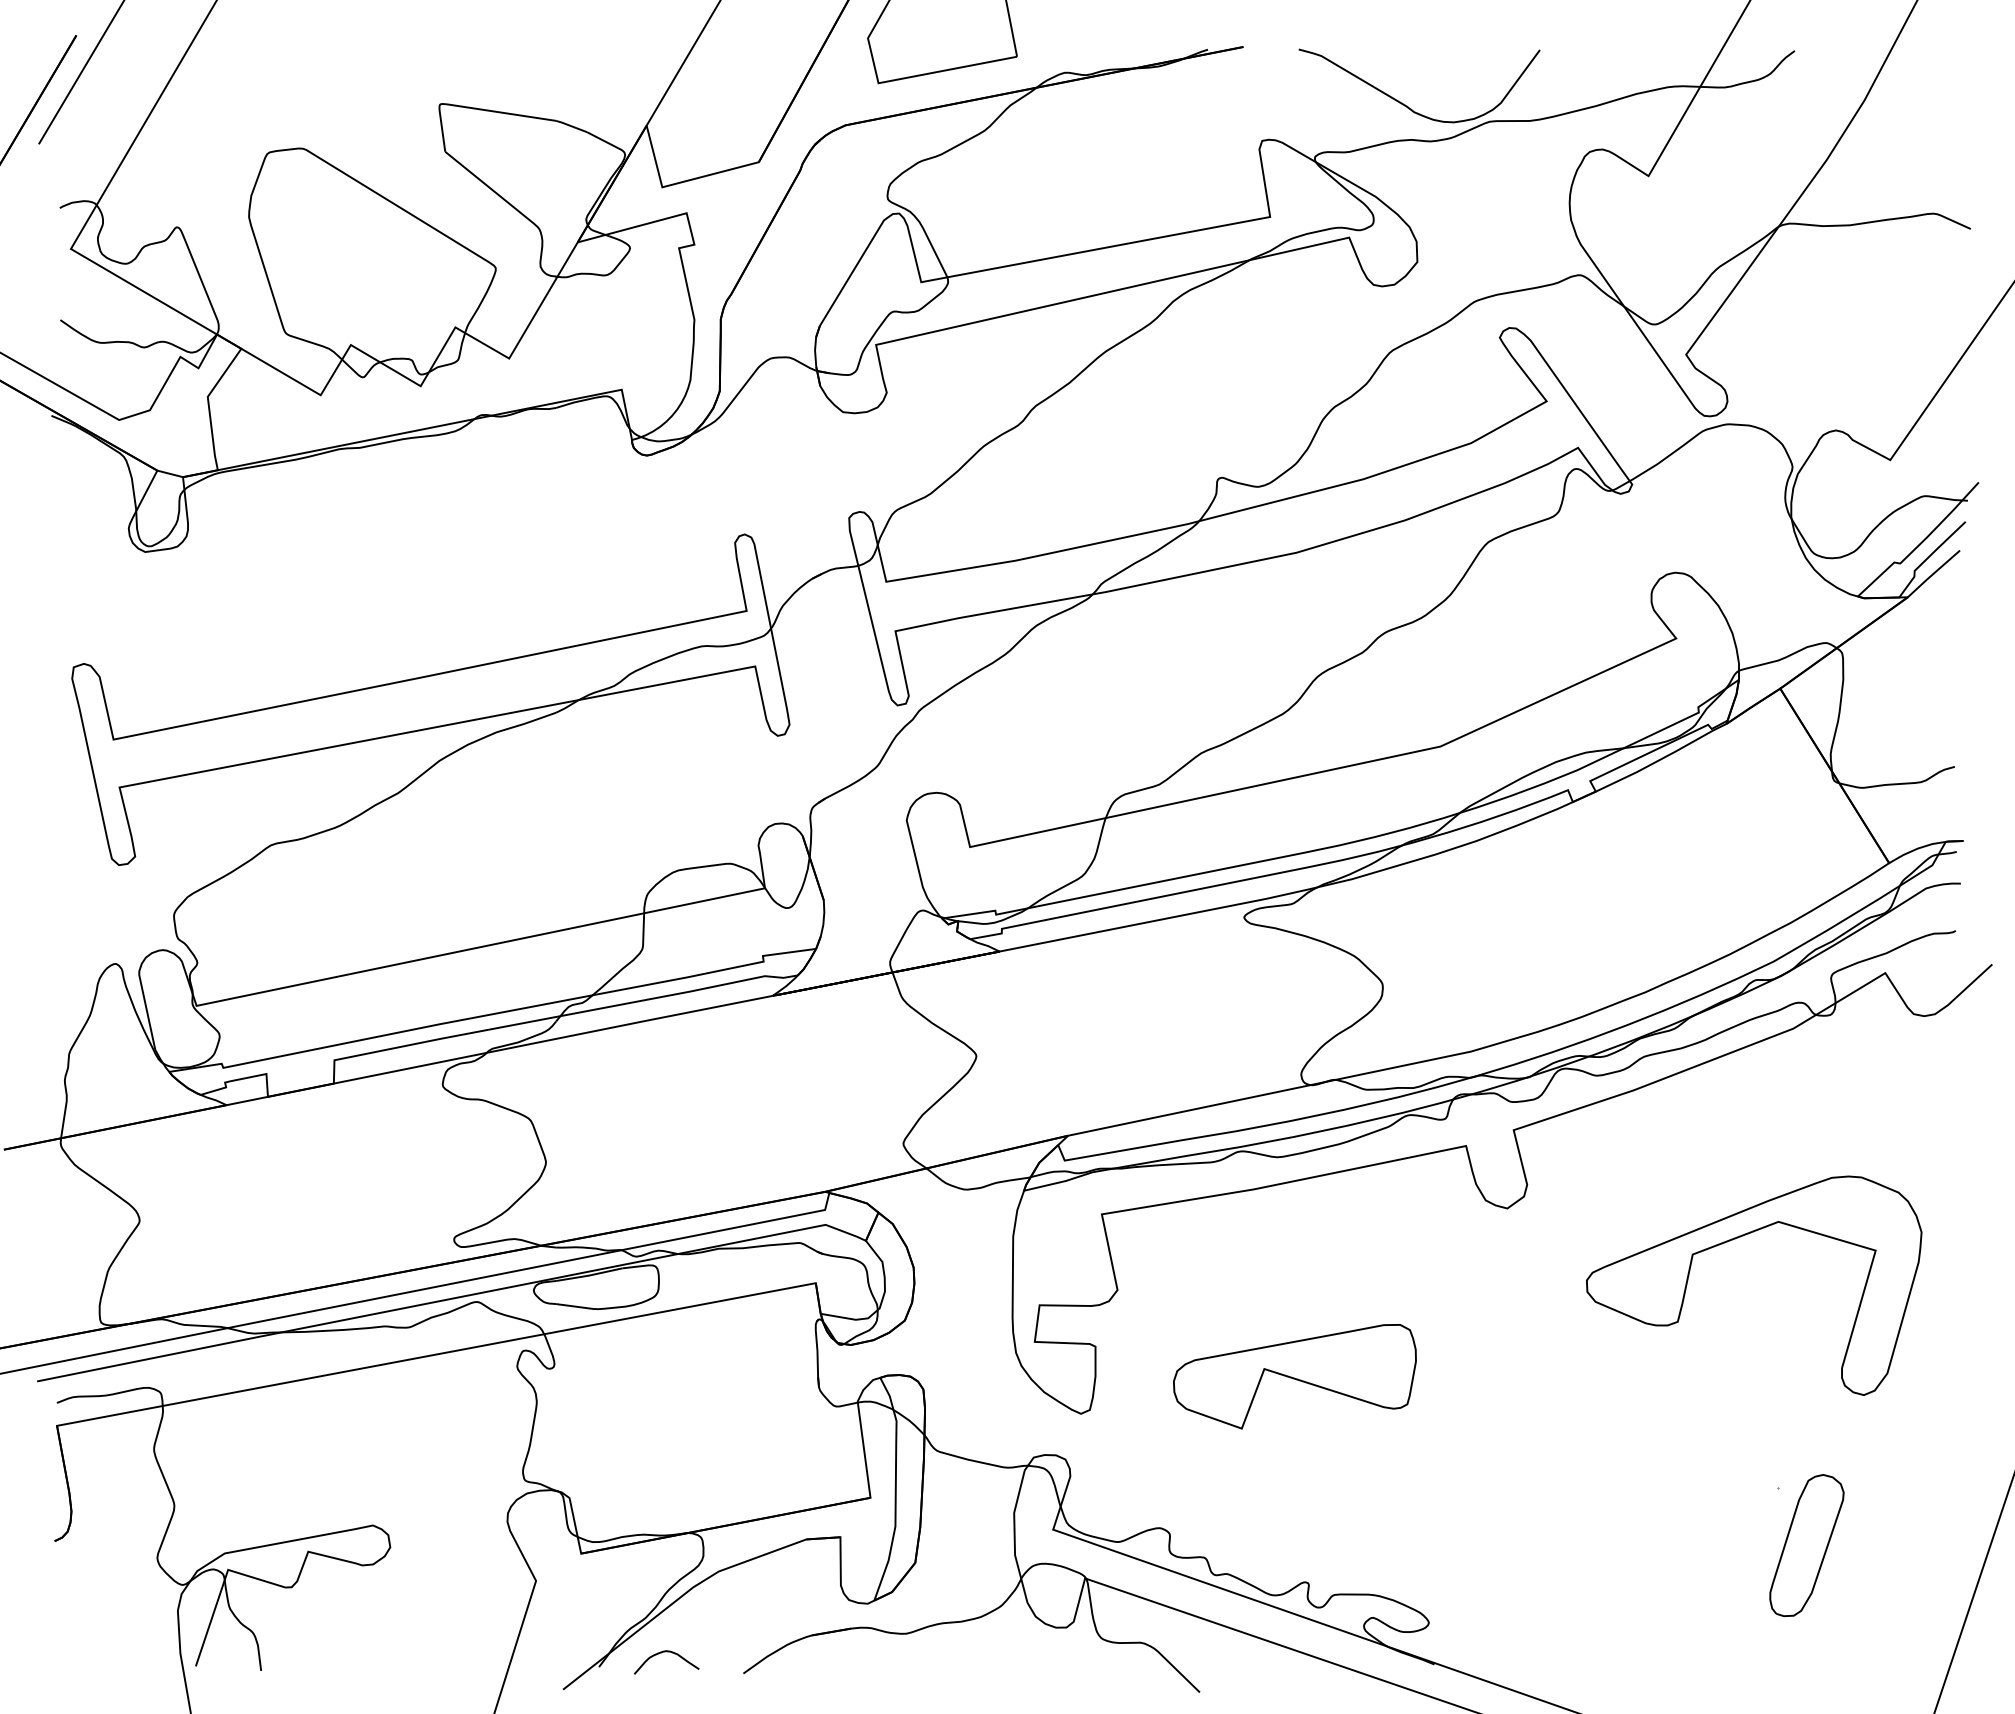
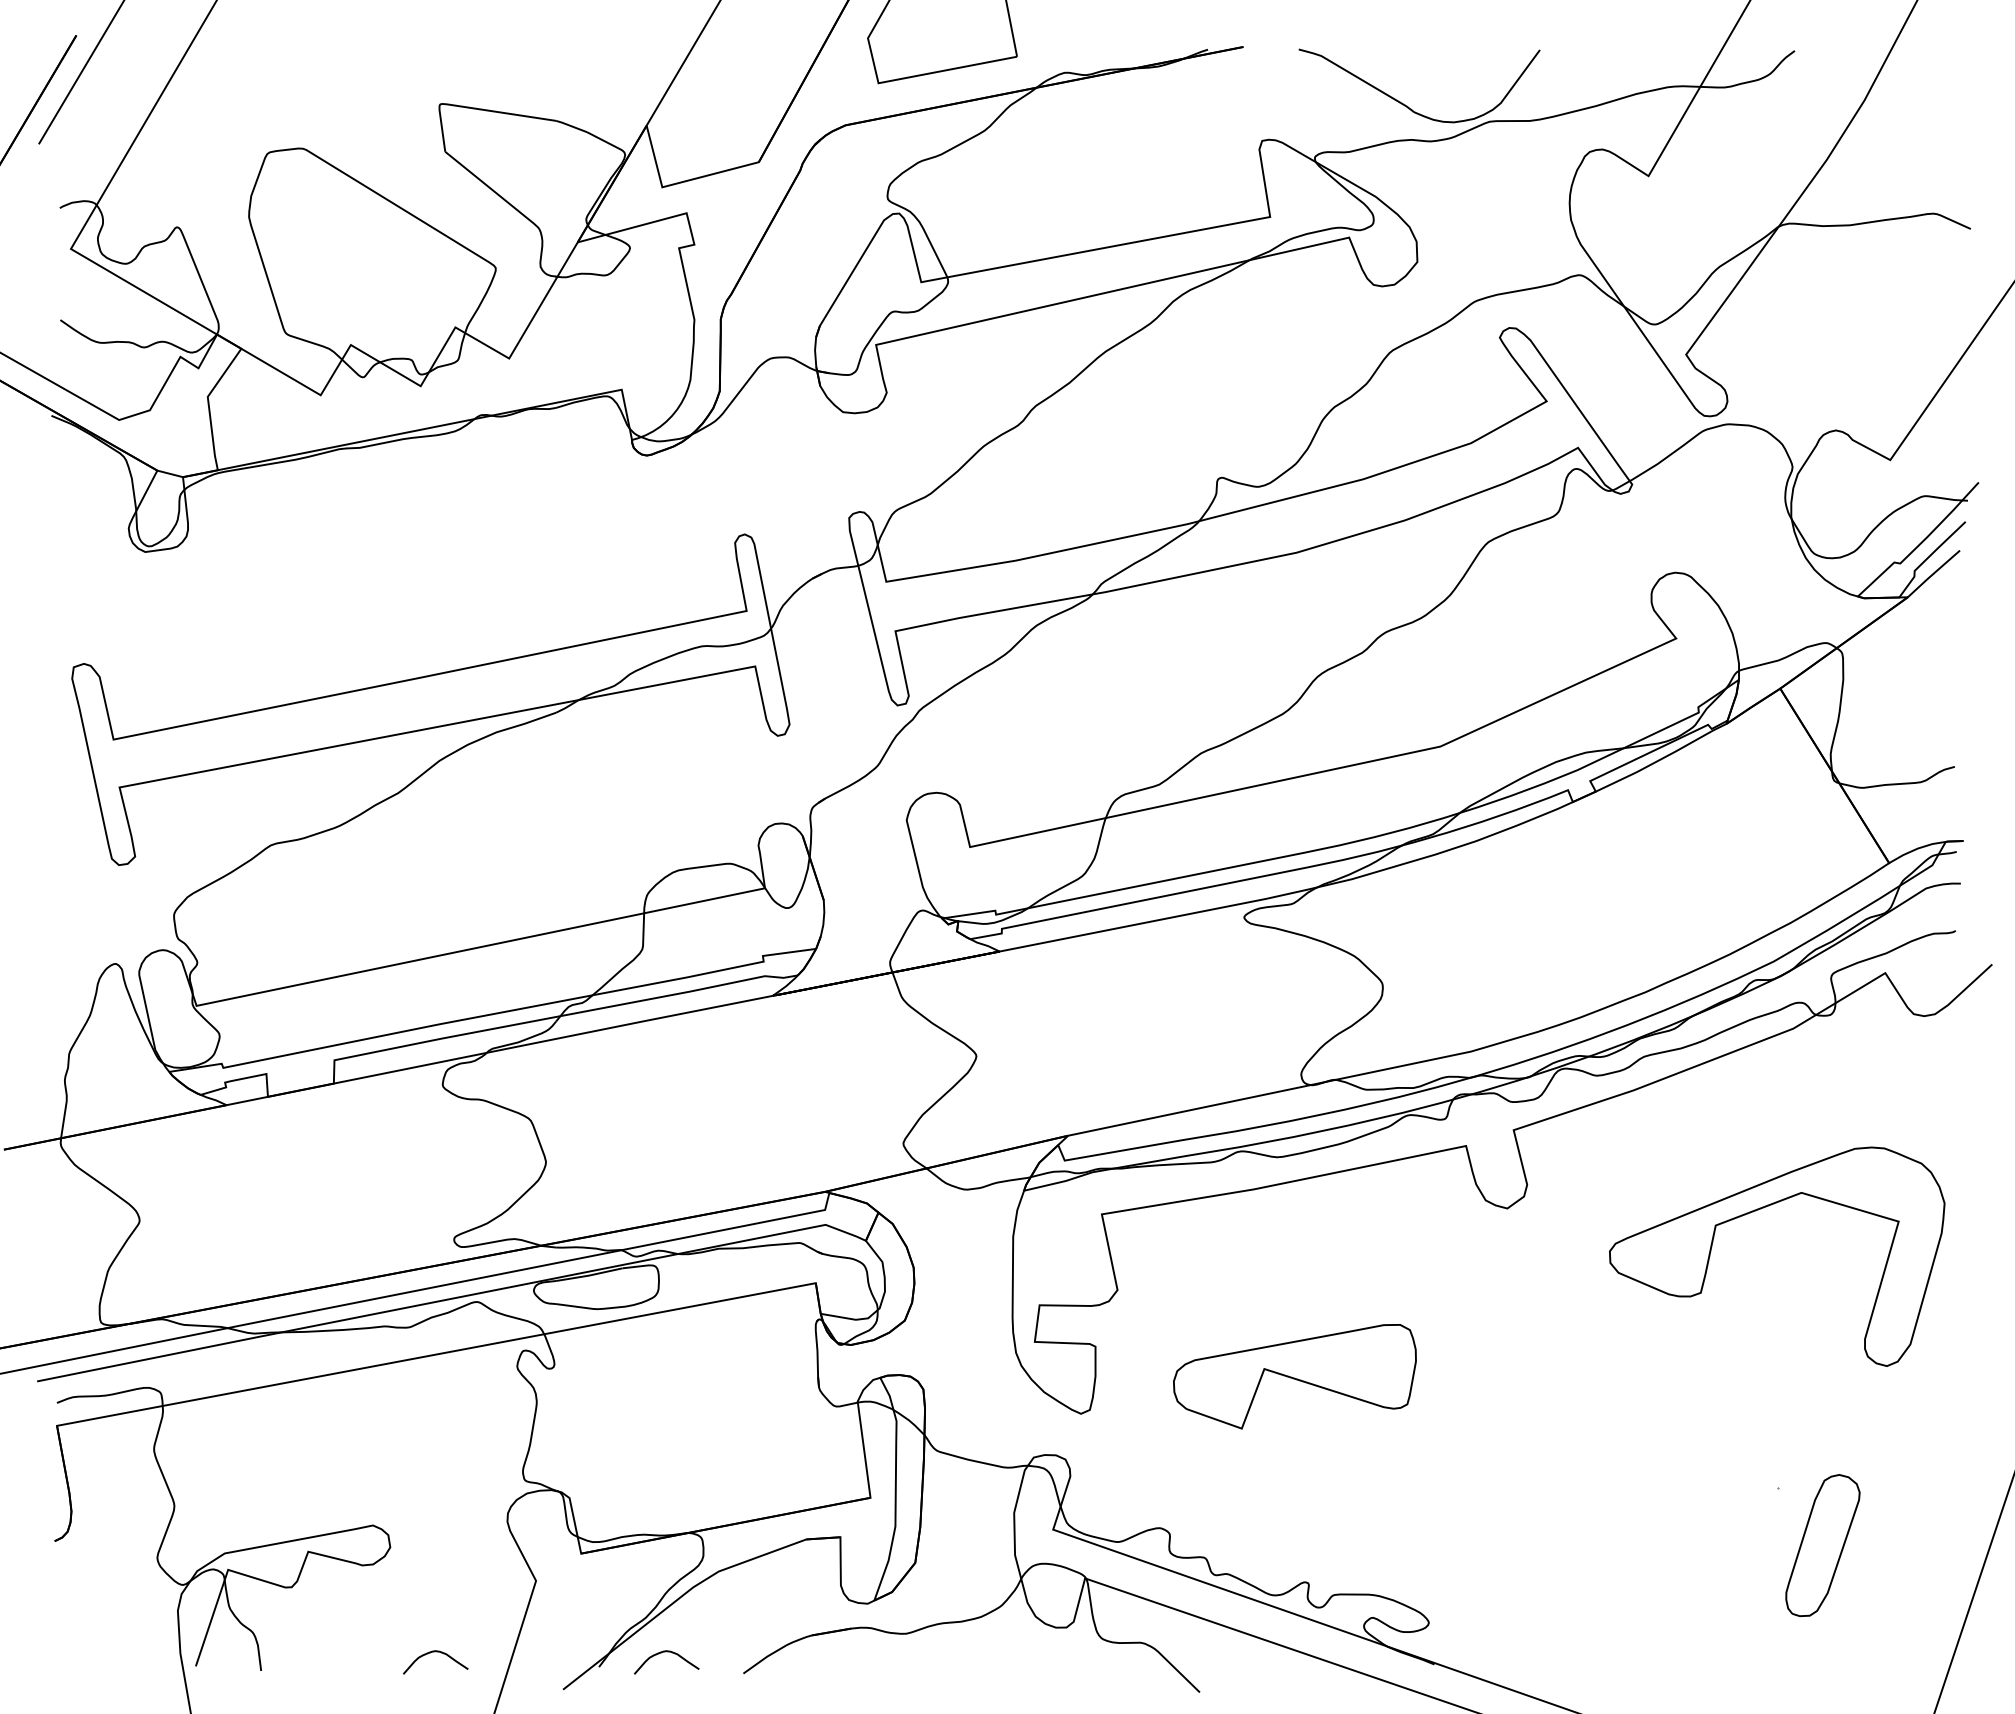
part at (1738, 1238) position: (1738, 1238) -> (1761, 1209)
part at (1806, 1545) position: (1806, 1545) -> (1822, 1545)
curve at (435, 1652): none -> present
